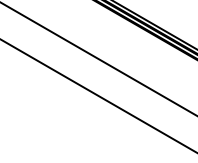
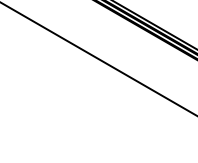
line at (98, 95): present -> none
